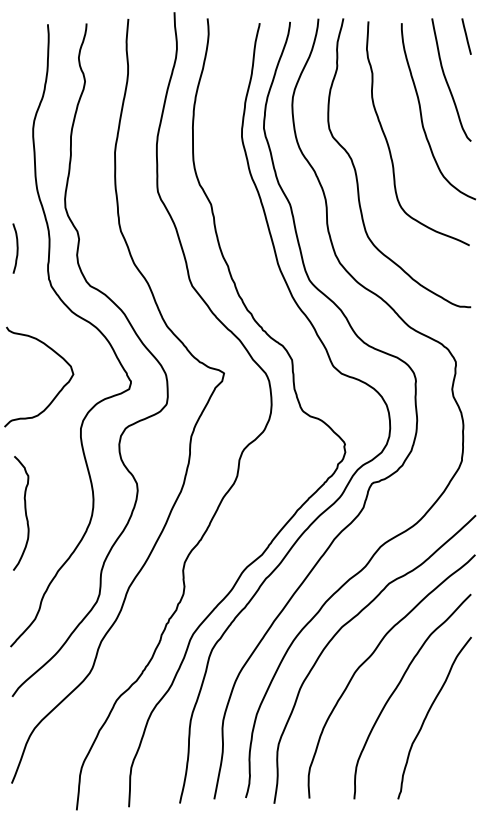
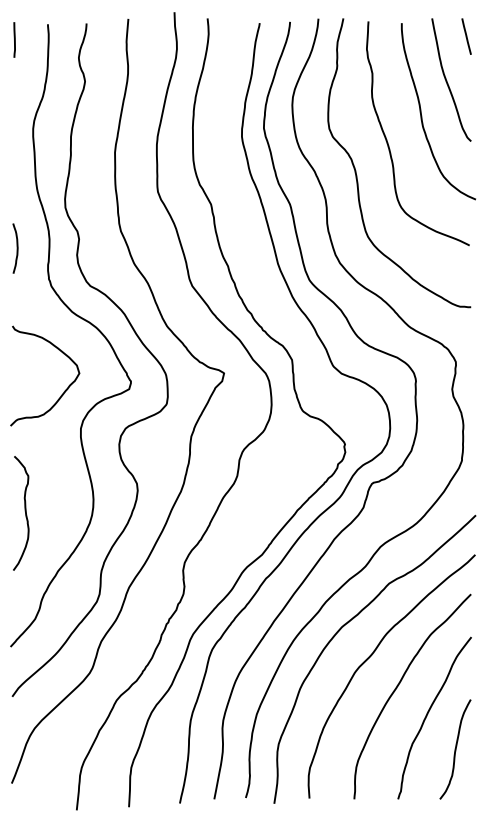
line at (14, 39): none -> present
curve at (58, 391) position: (58, 391) -> (64, 390)
curve at (455, 749): none -> present
